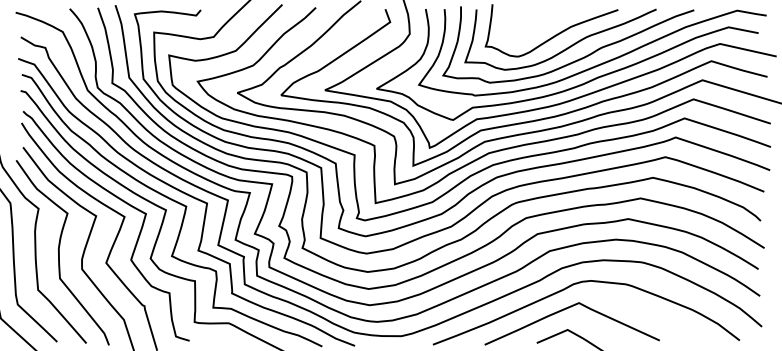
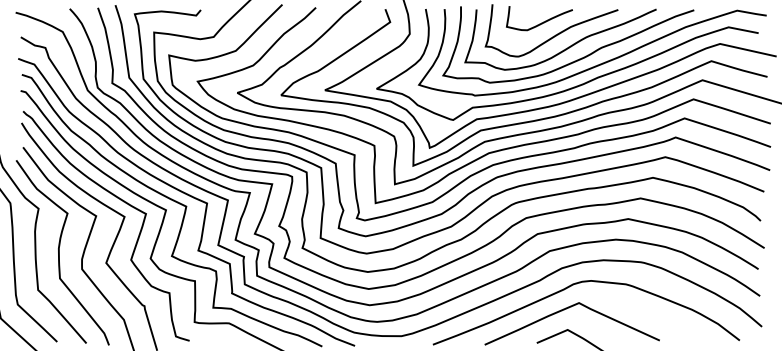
curve at (541, 22): none -> present
